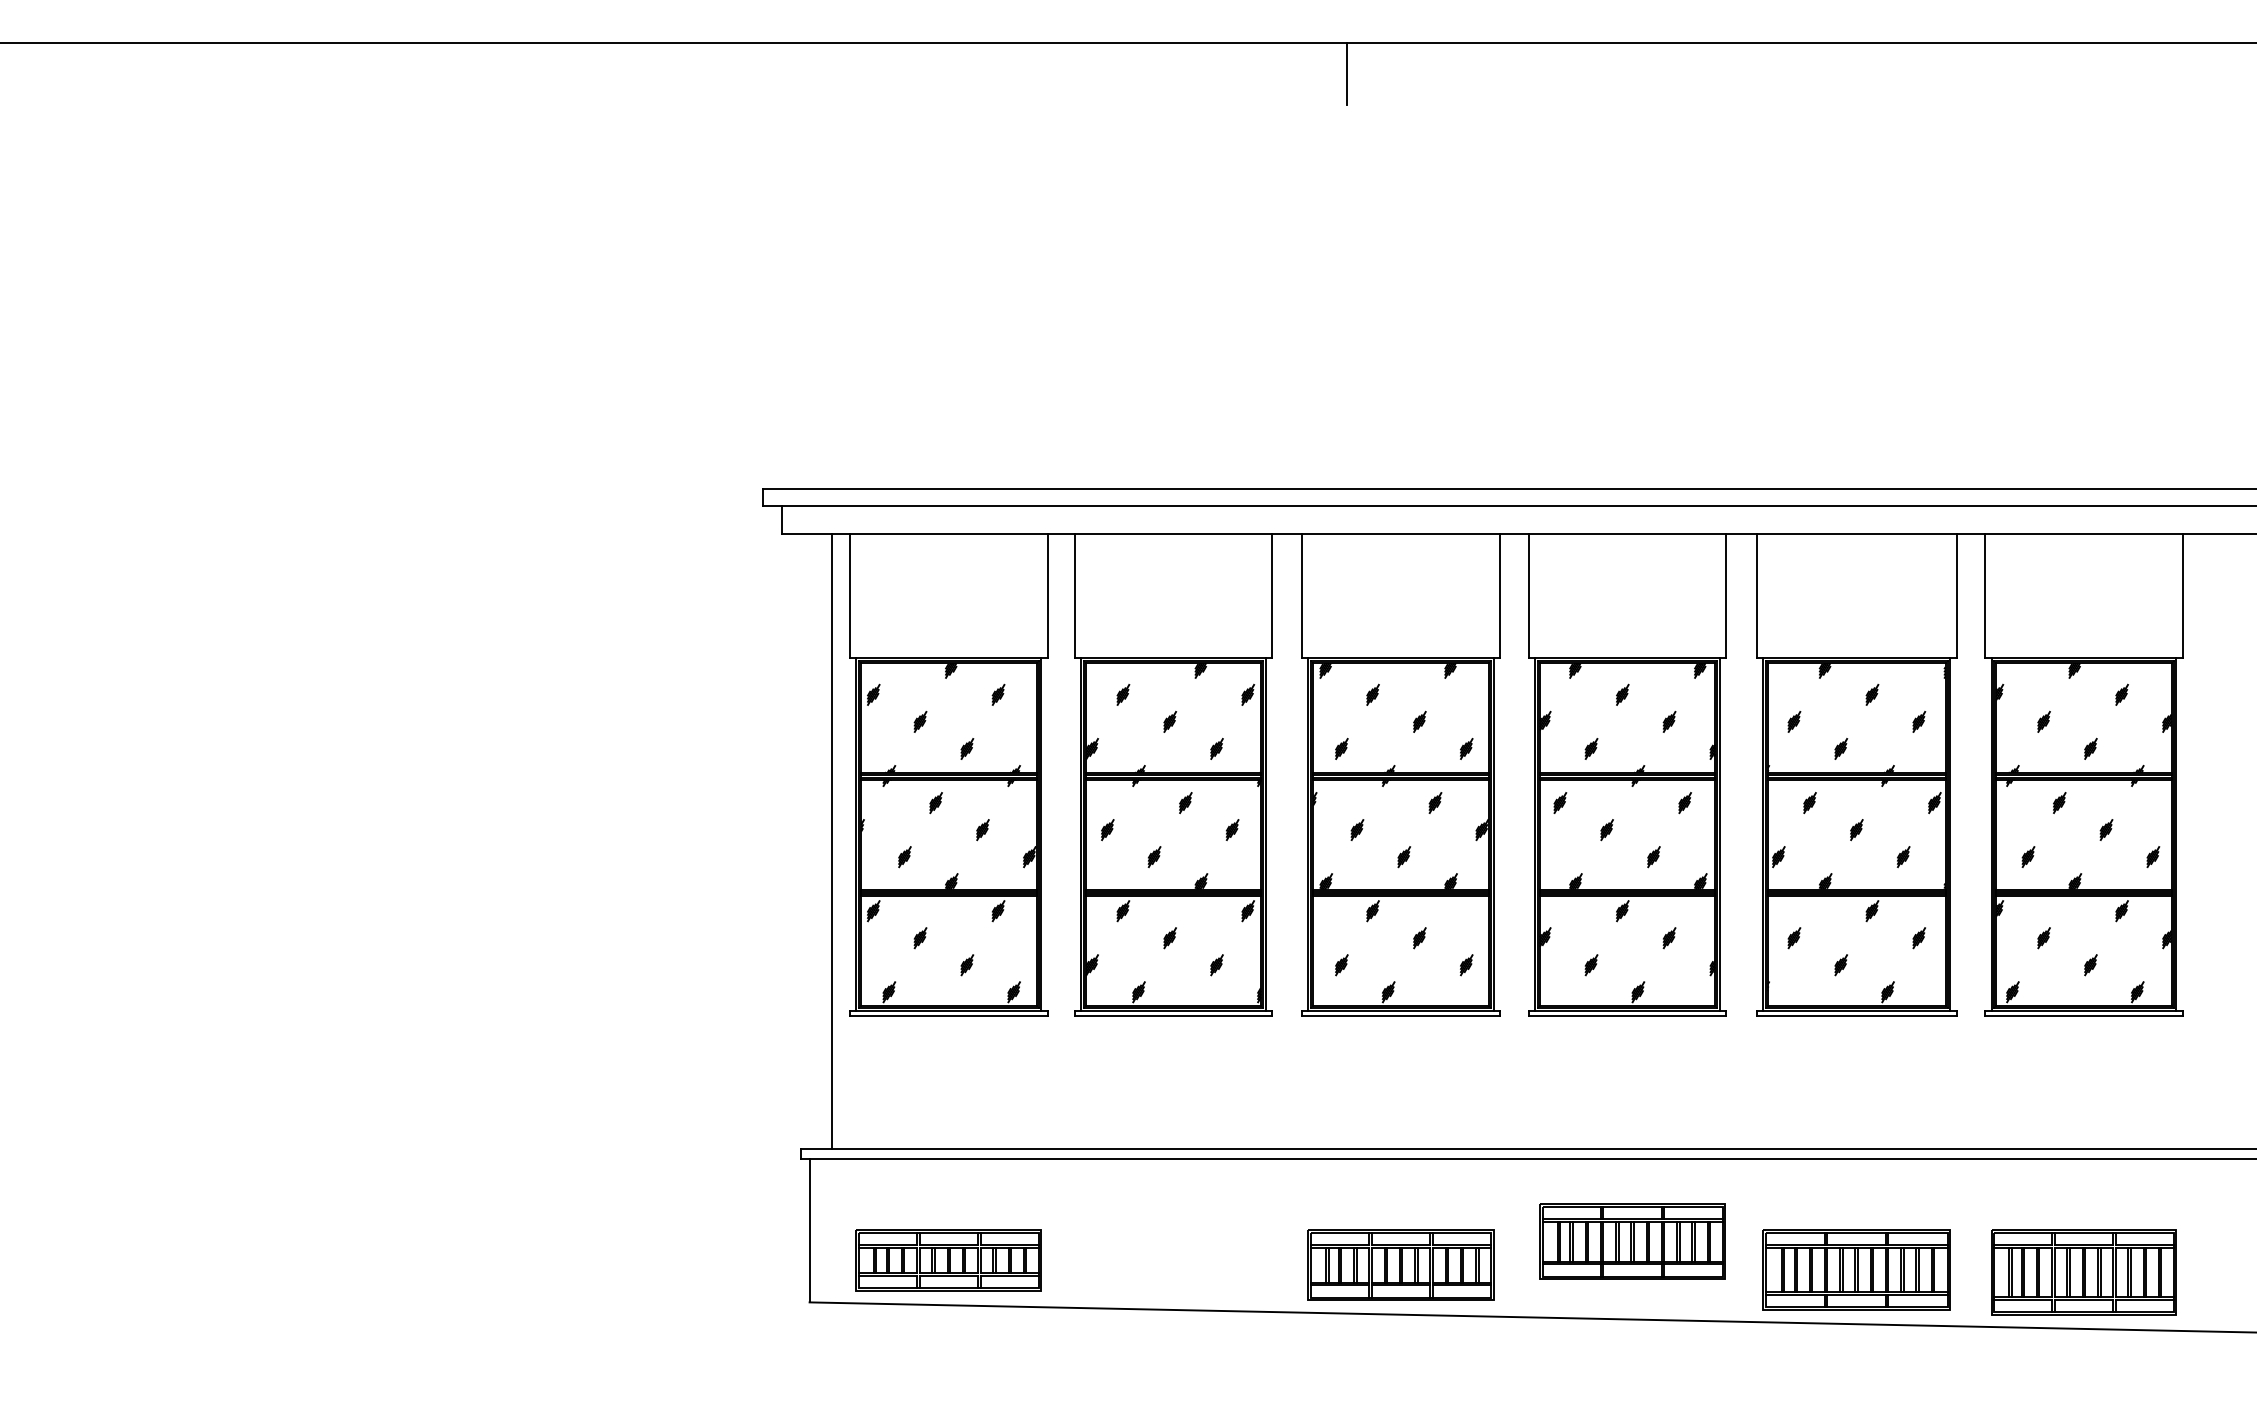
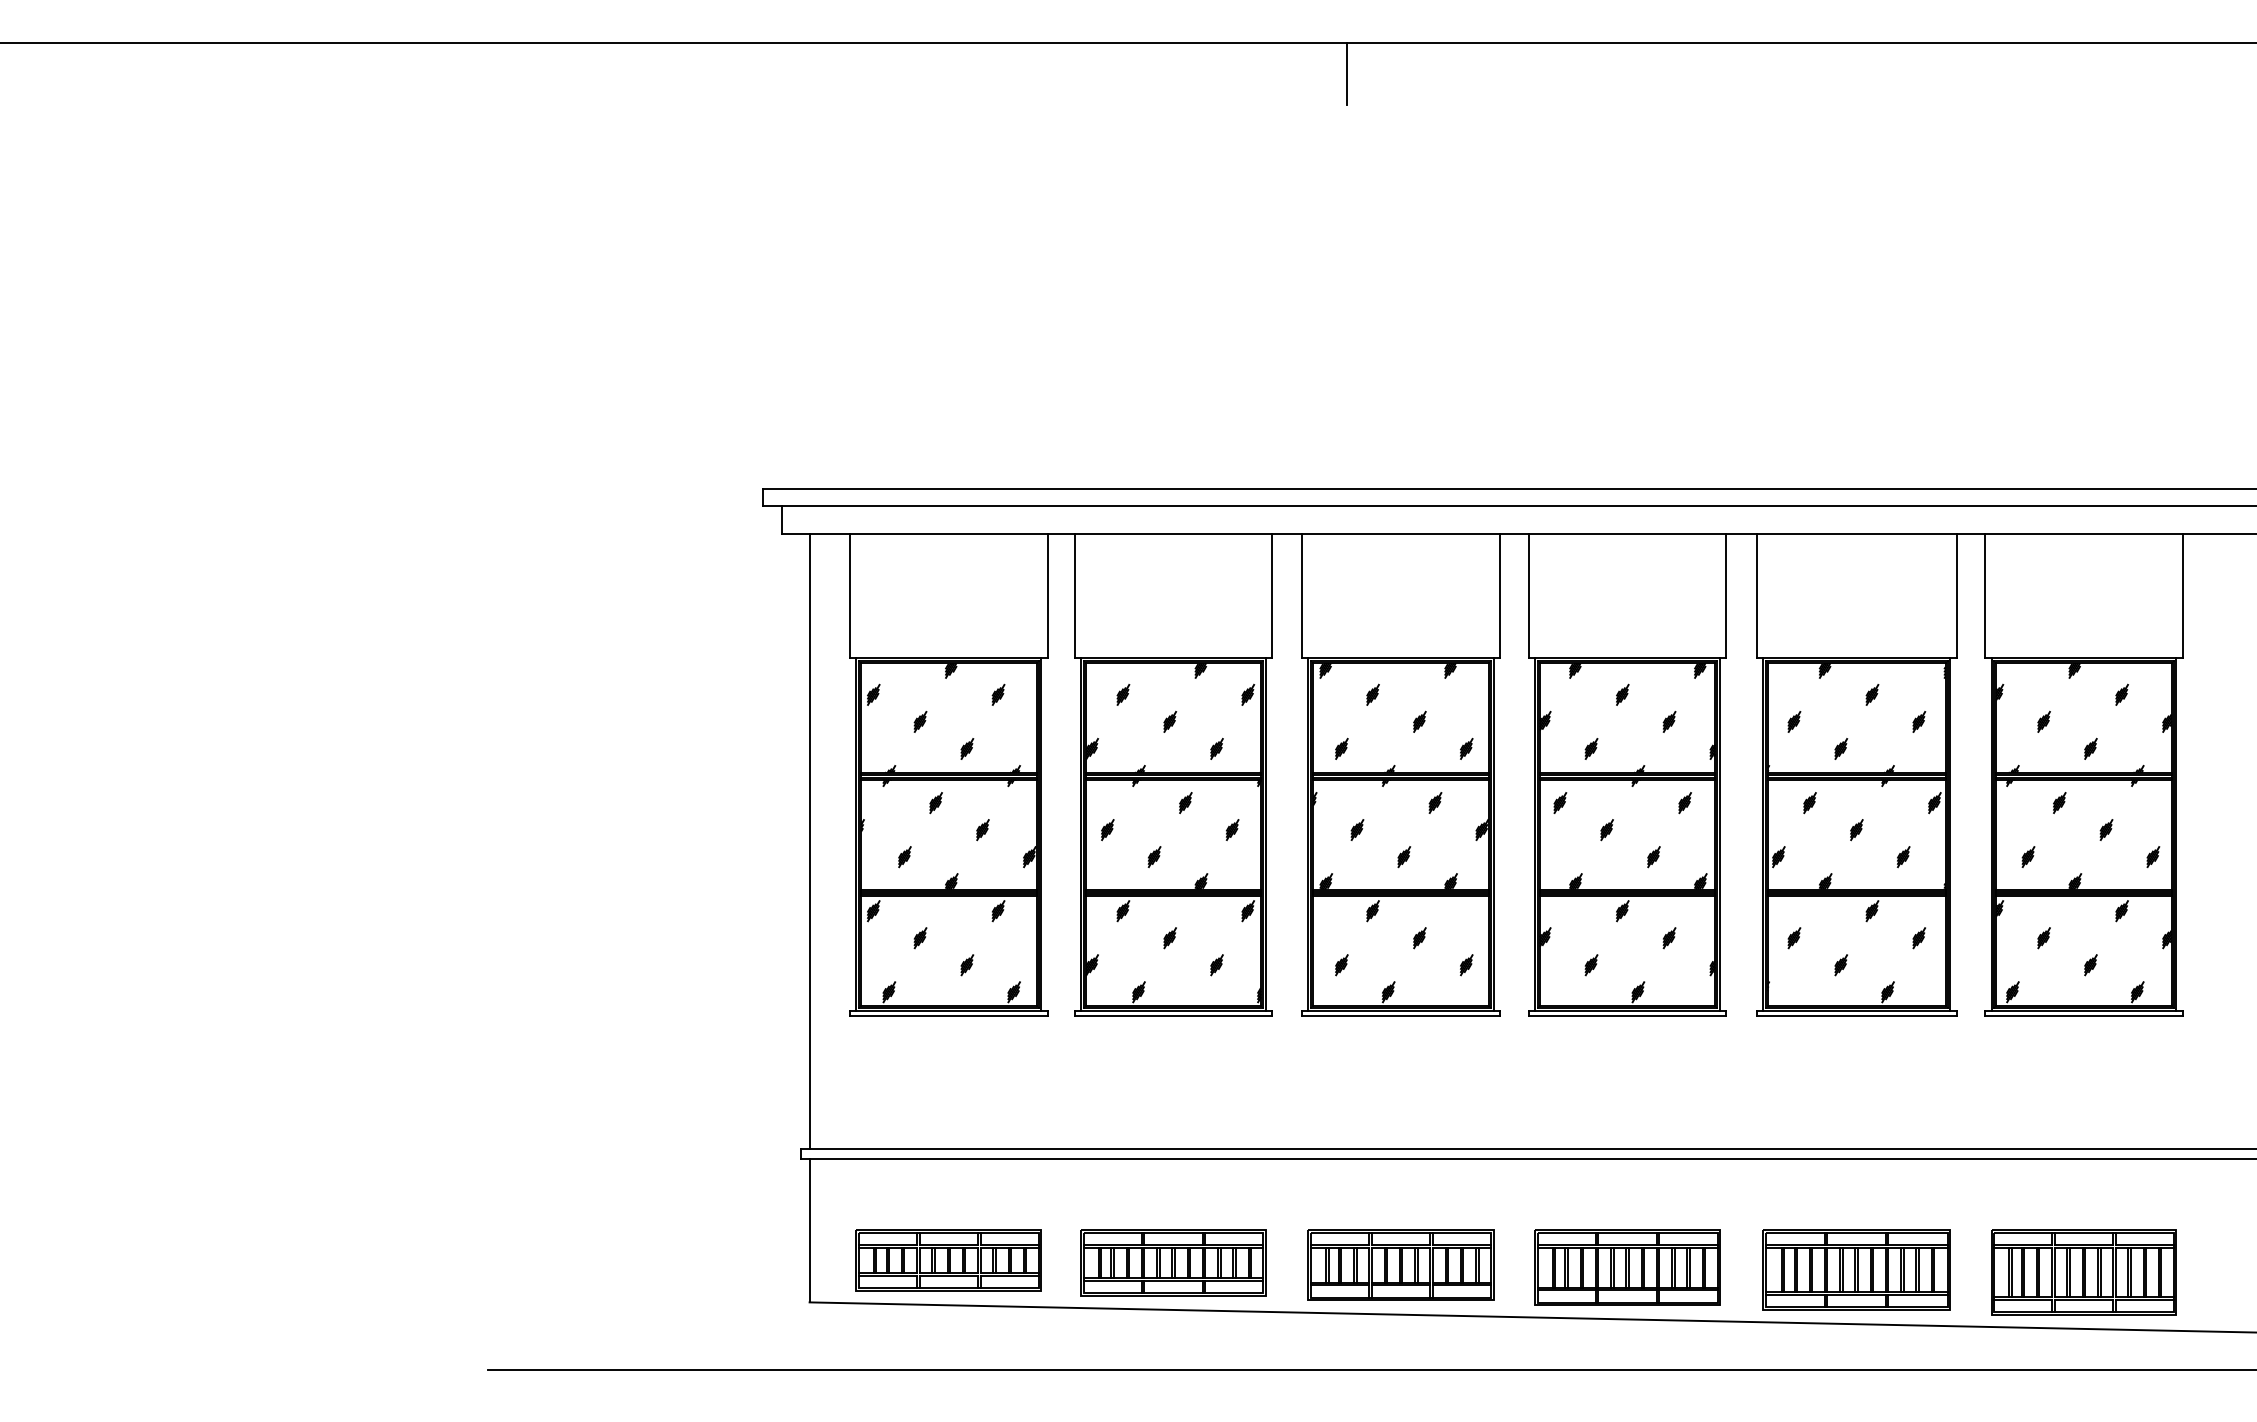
line at (831, 841) position: (831, 841) -> (809, 841)
part at (1632, 1241) position: (1632, 1241) -> (1627, 1267)
part at (1173, 1262): none -> present
line at (1370, 1370): none -> present
